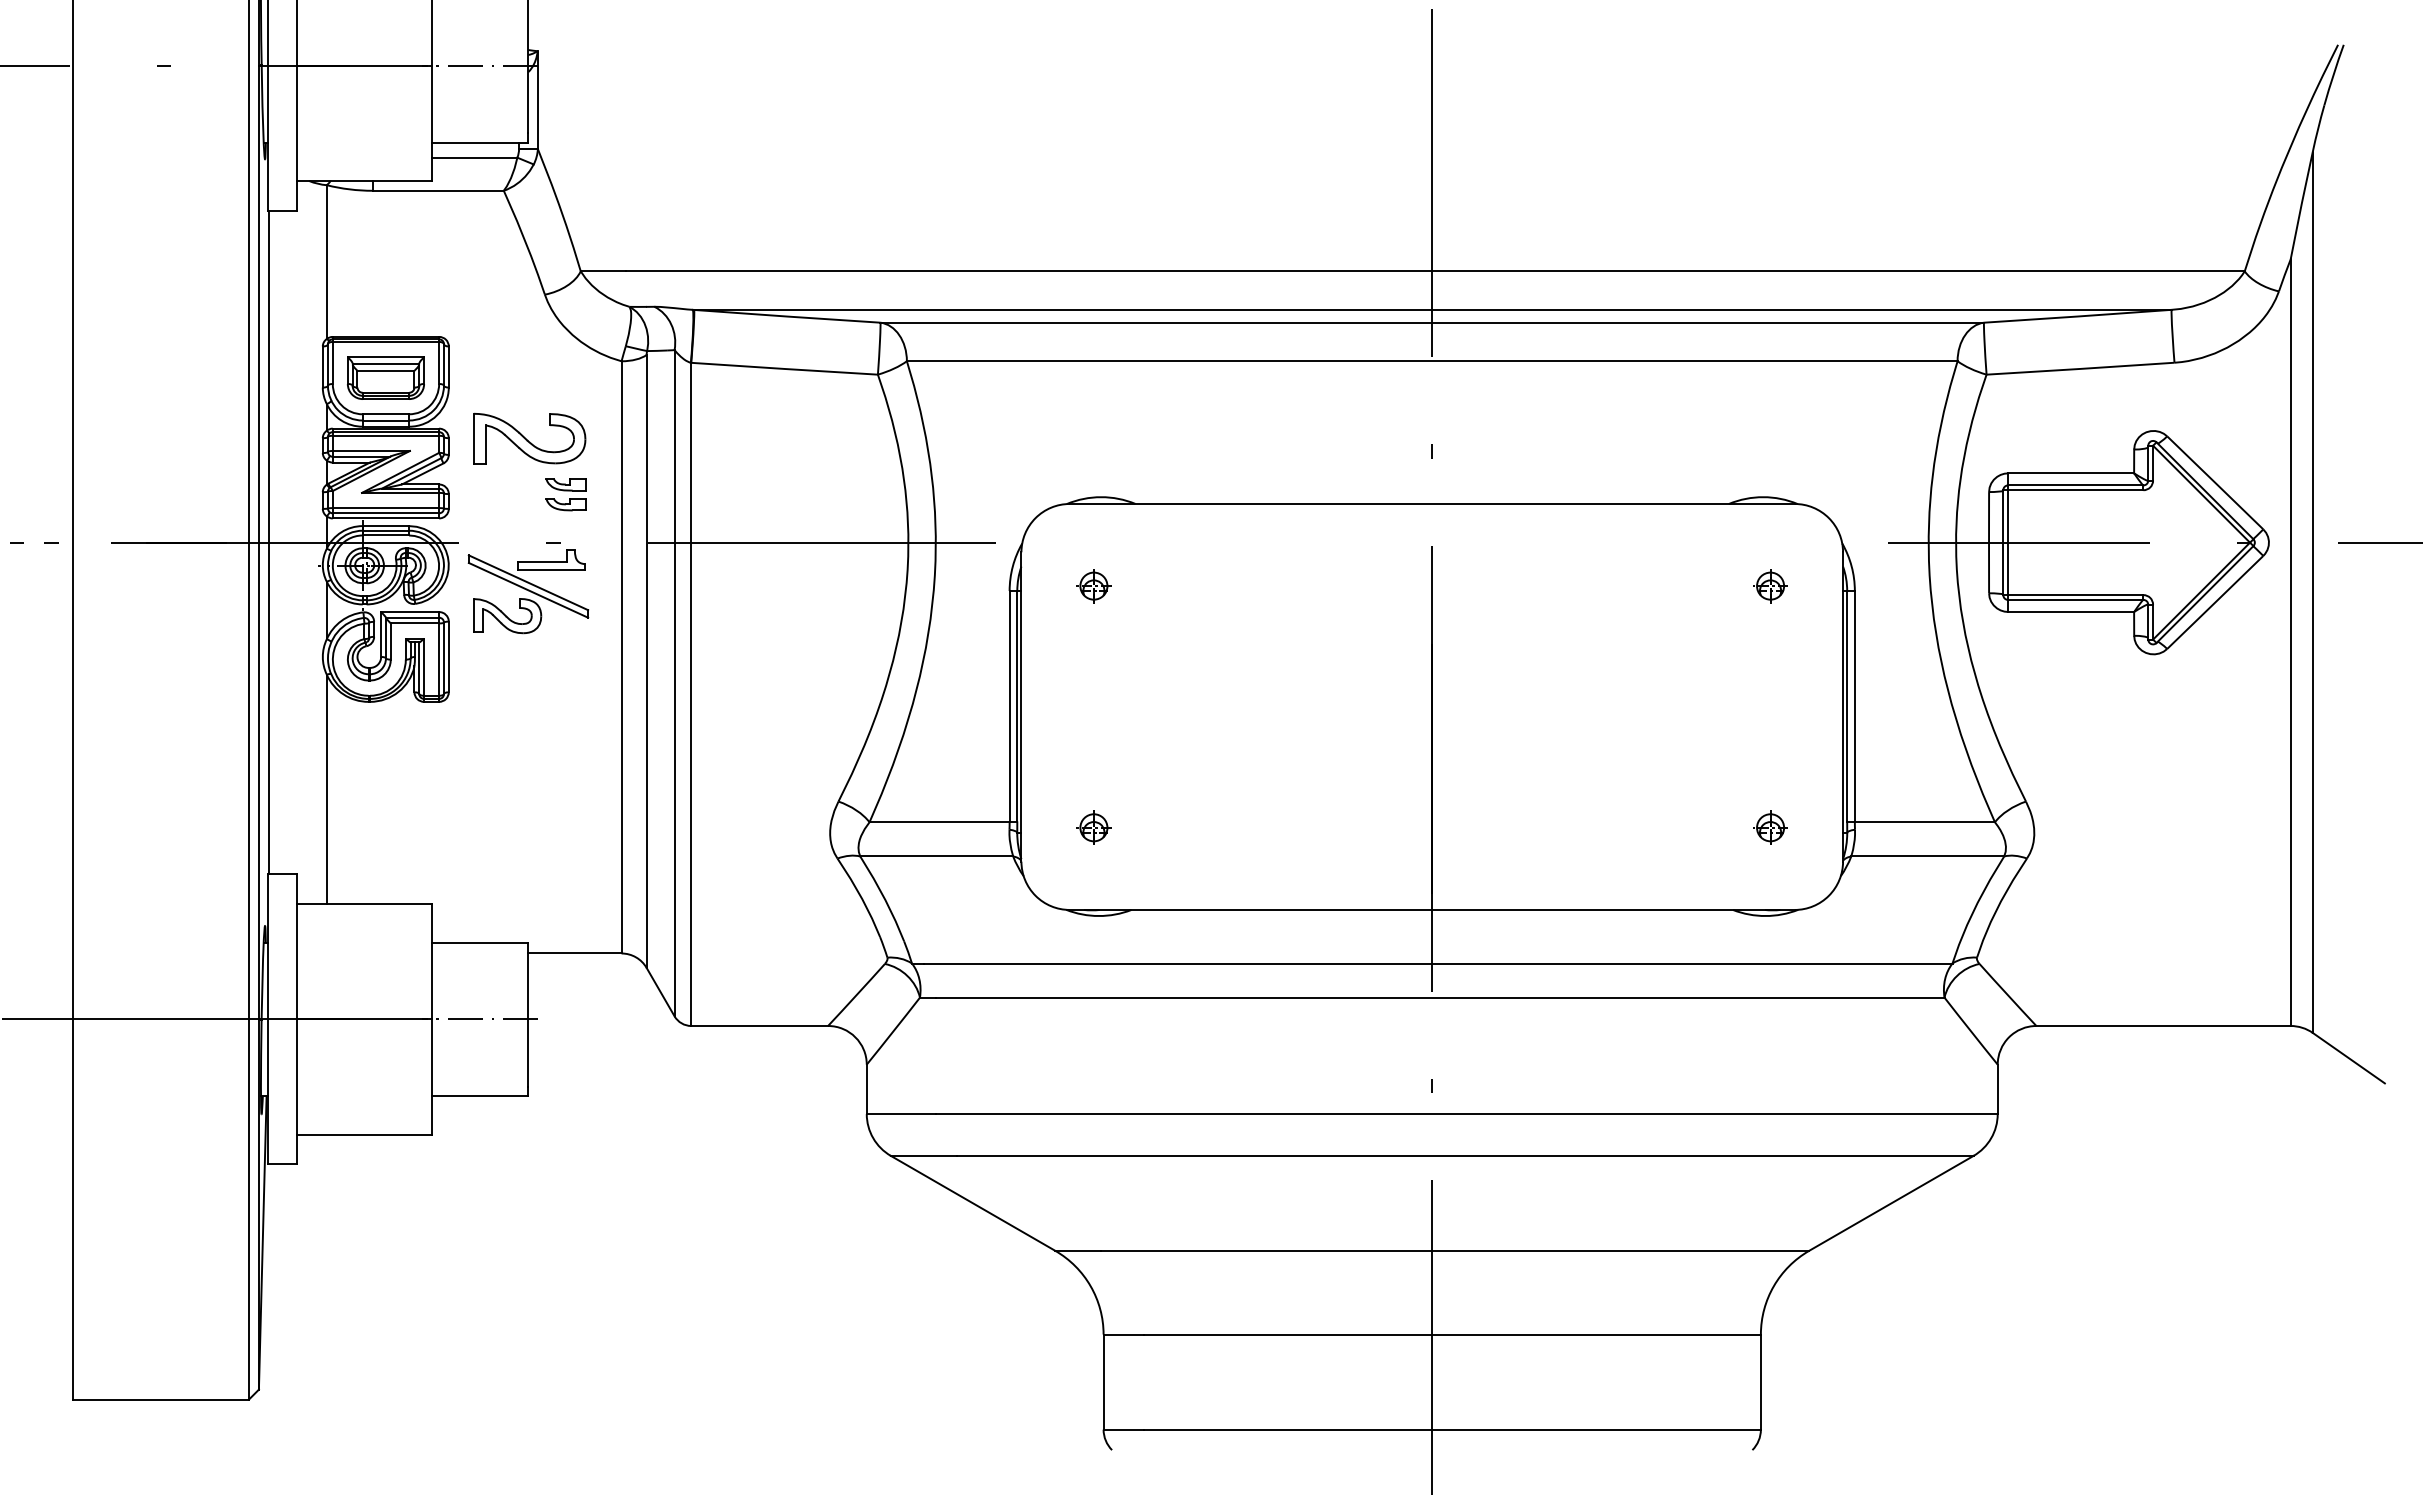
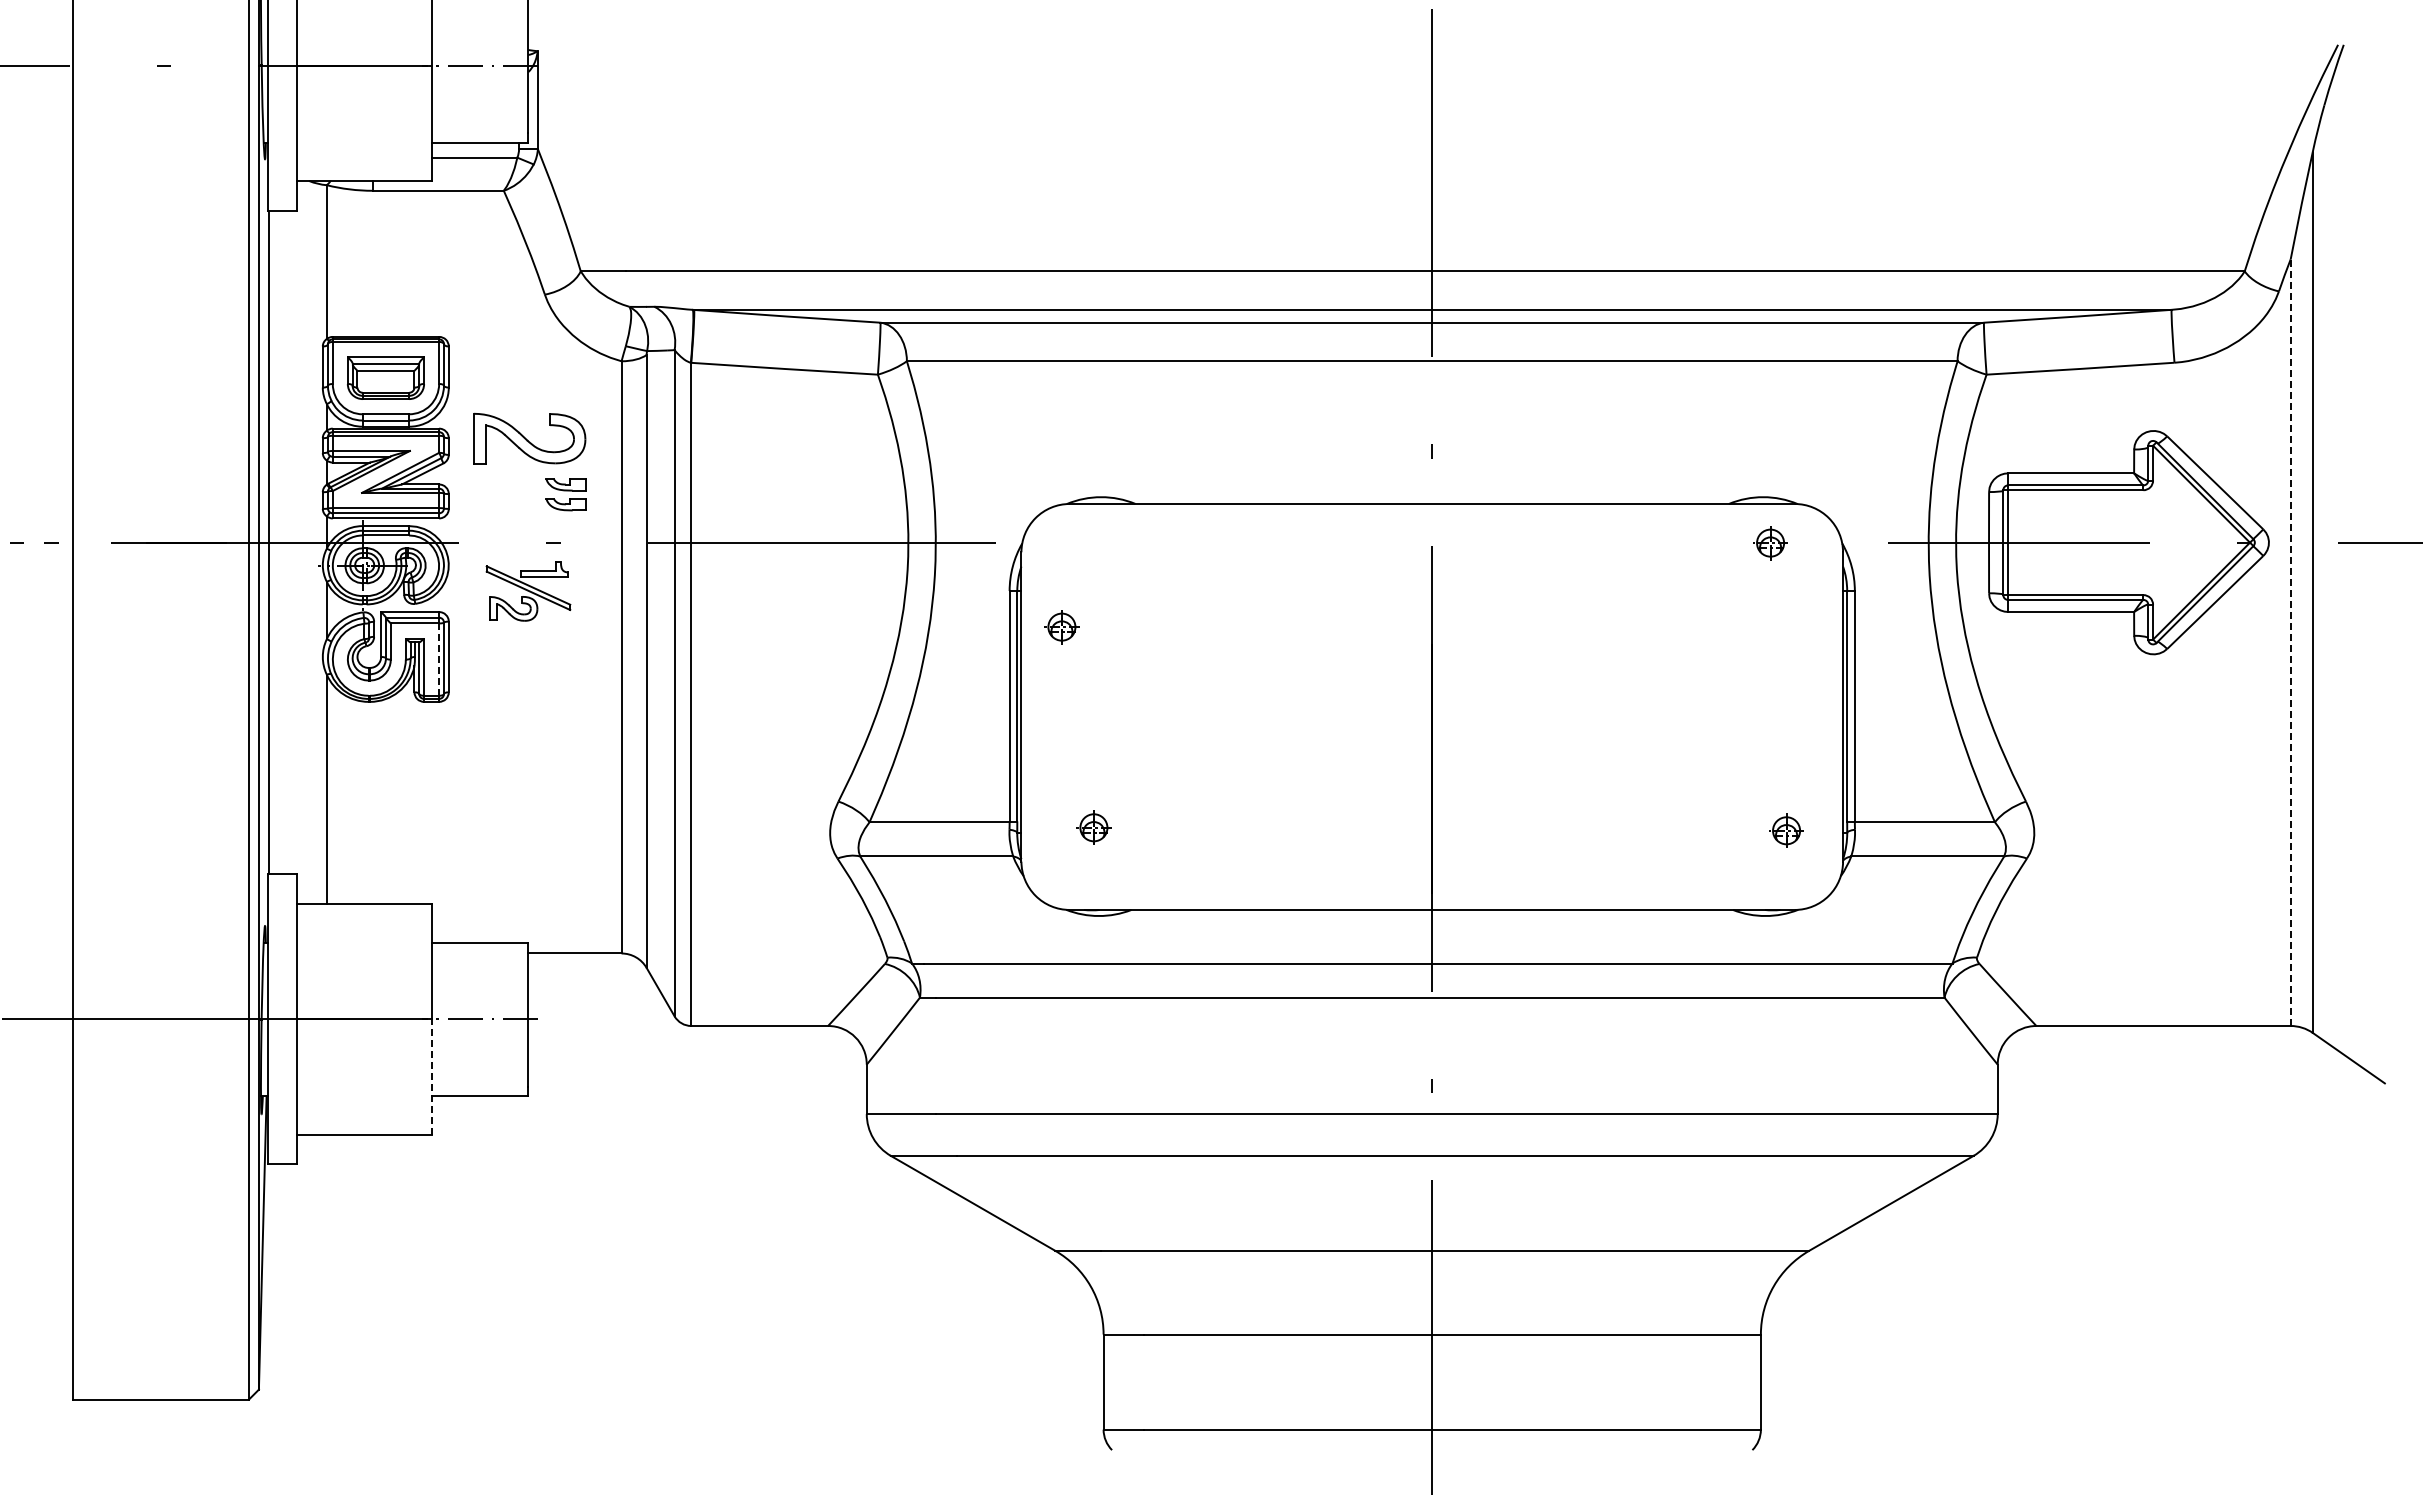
part at (1093, 586) position: (1093, 586) -> (1061, 627)
part at (1770, 586) position: (1770, 586) -> (1770, 543)
part at (528, 591) size: 123x86 px -> 87x61 px
line at (2290, 642): solid -> dashed
line at (439, 659): solid -> dashed
part at (1770, 827) position: (1770, 827) -> (1786, 830)
line at (431, 1076): solid -> dashed
